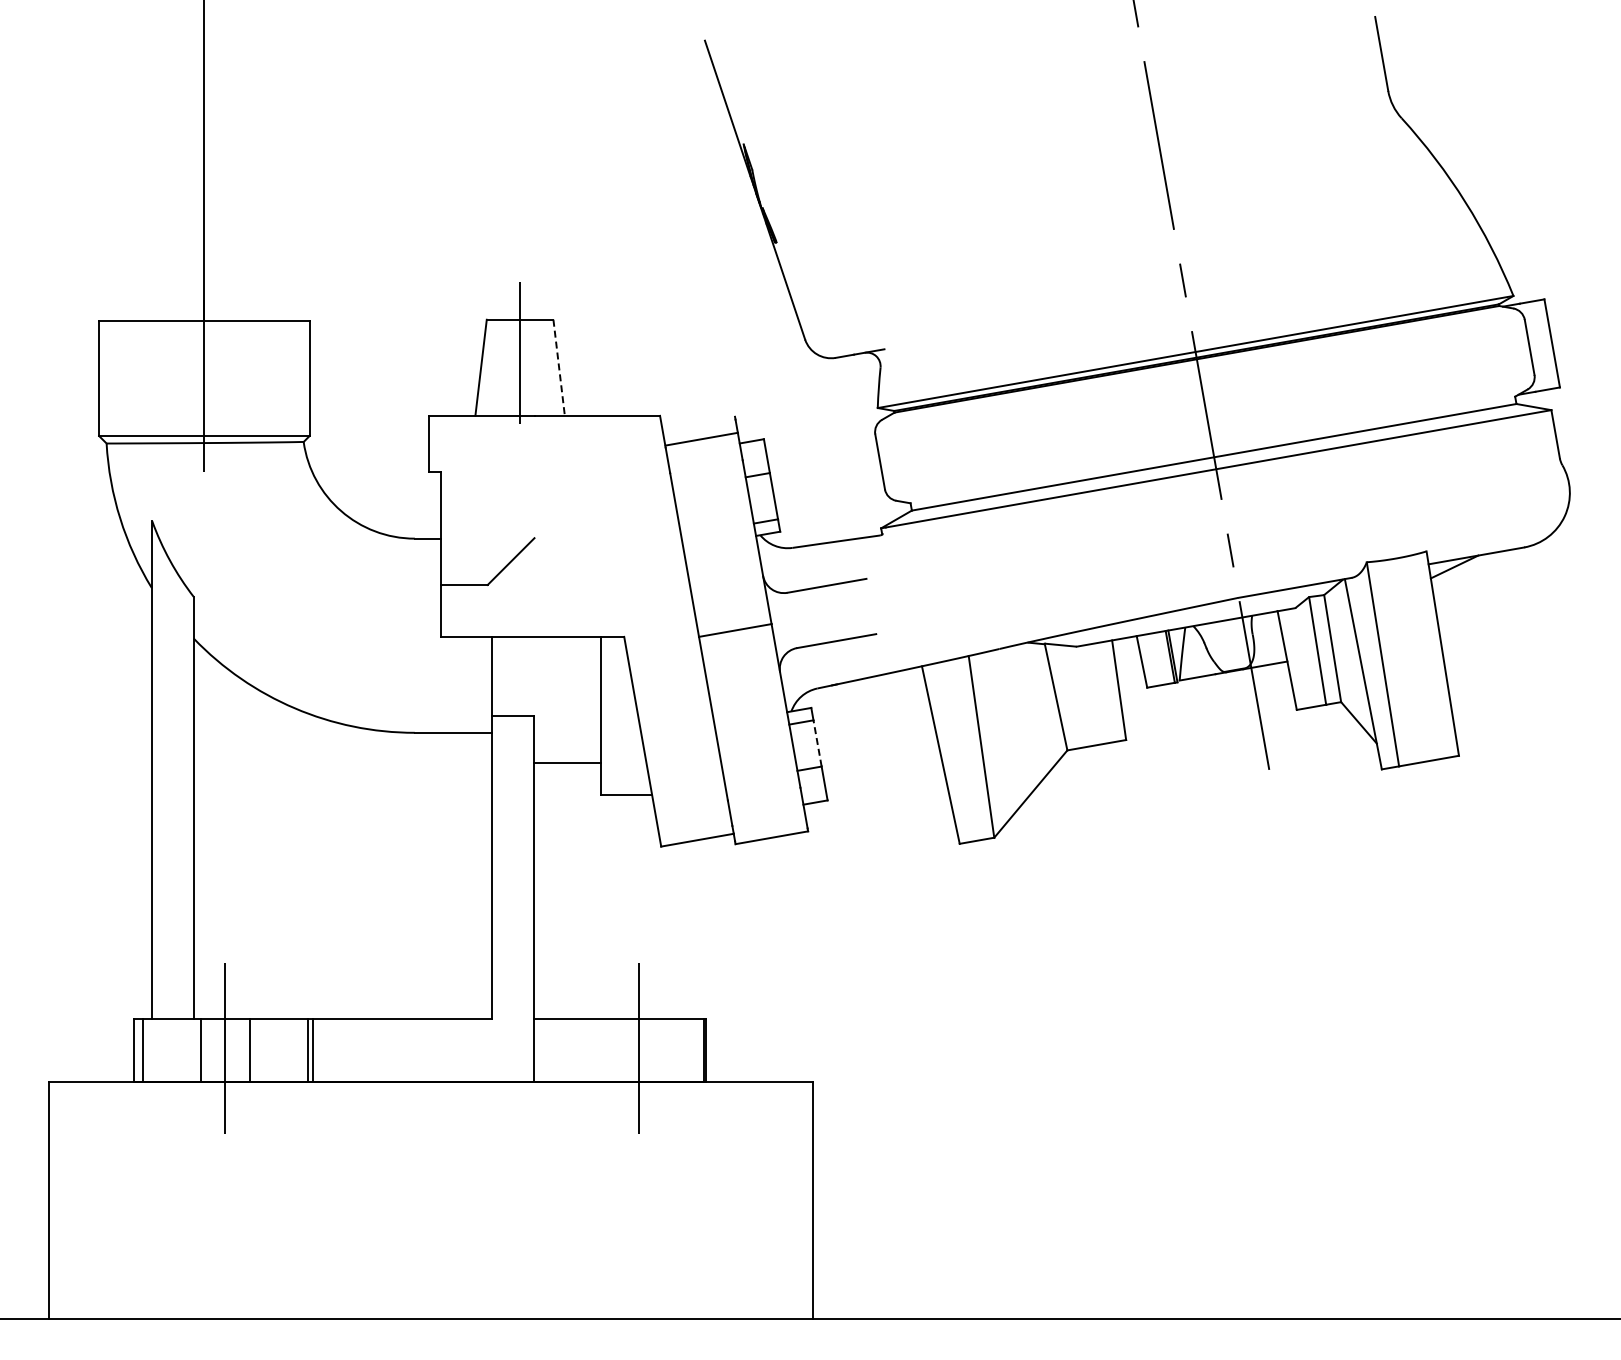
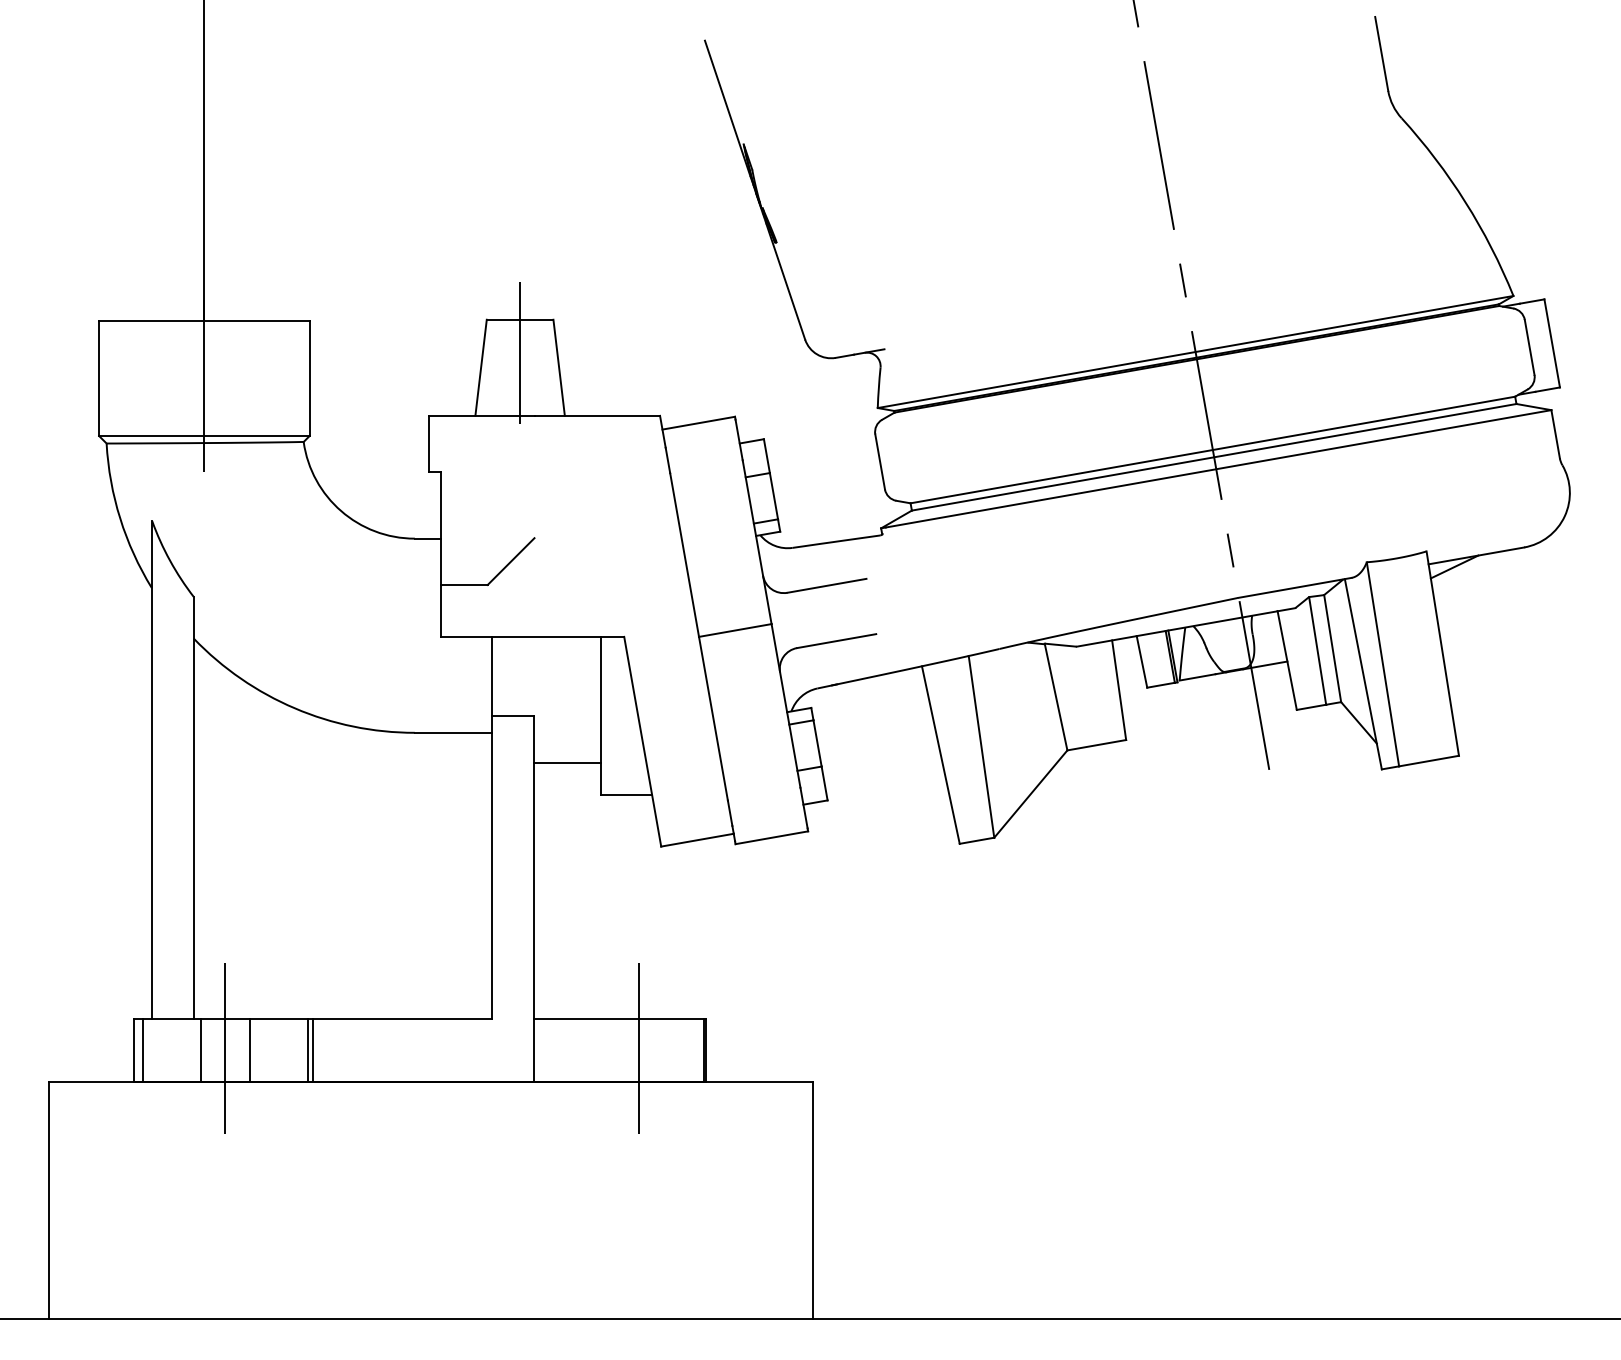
line at (559, 368): dashed -> solid
line at (701, 438) position: (701, 438) -> (698, 422)
line at (1212, 449): none -> present
line at (817, 742): dashed -> solid
